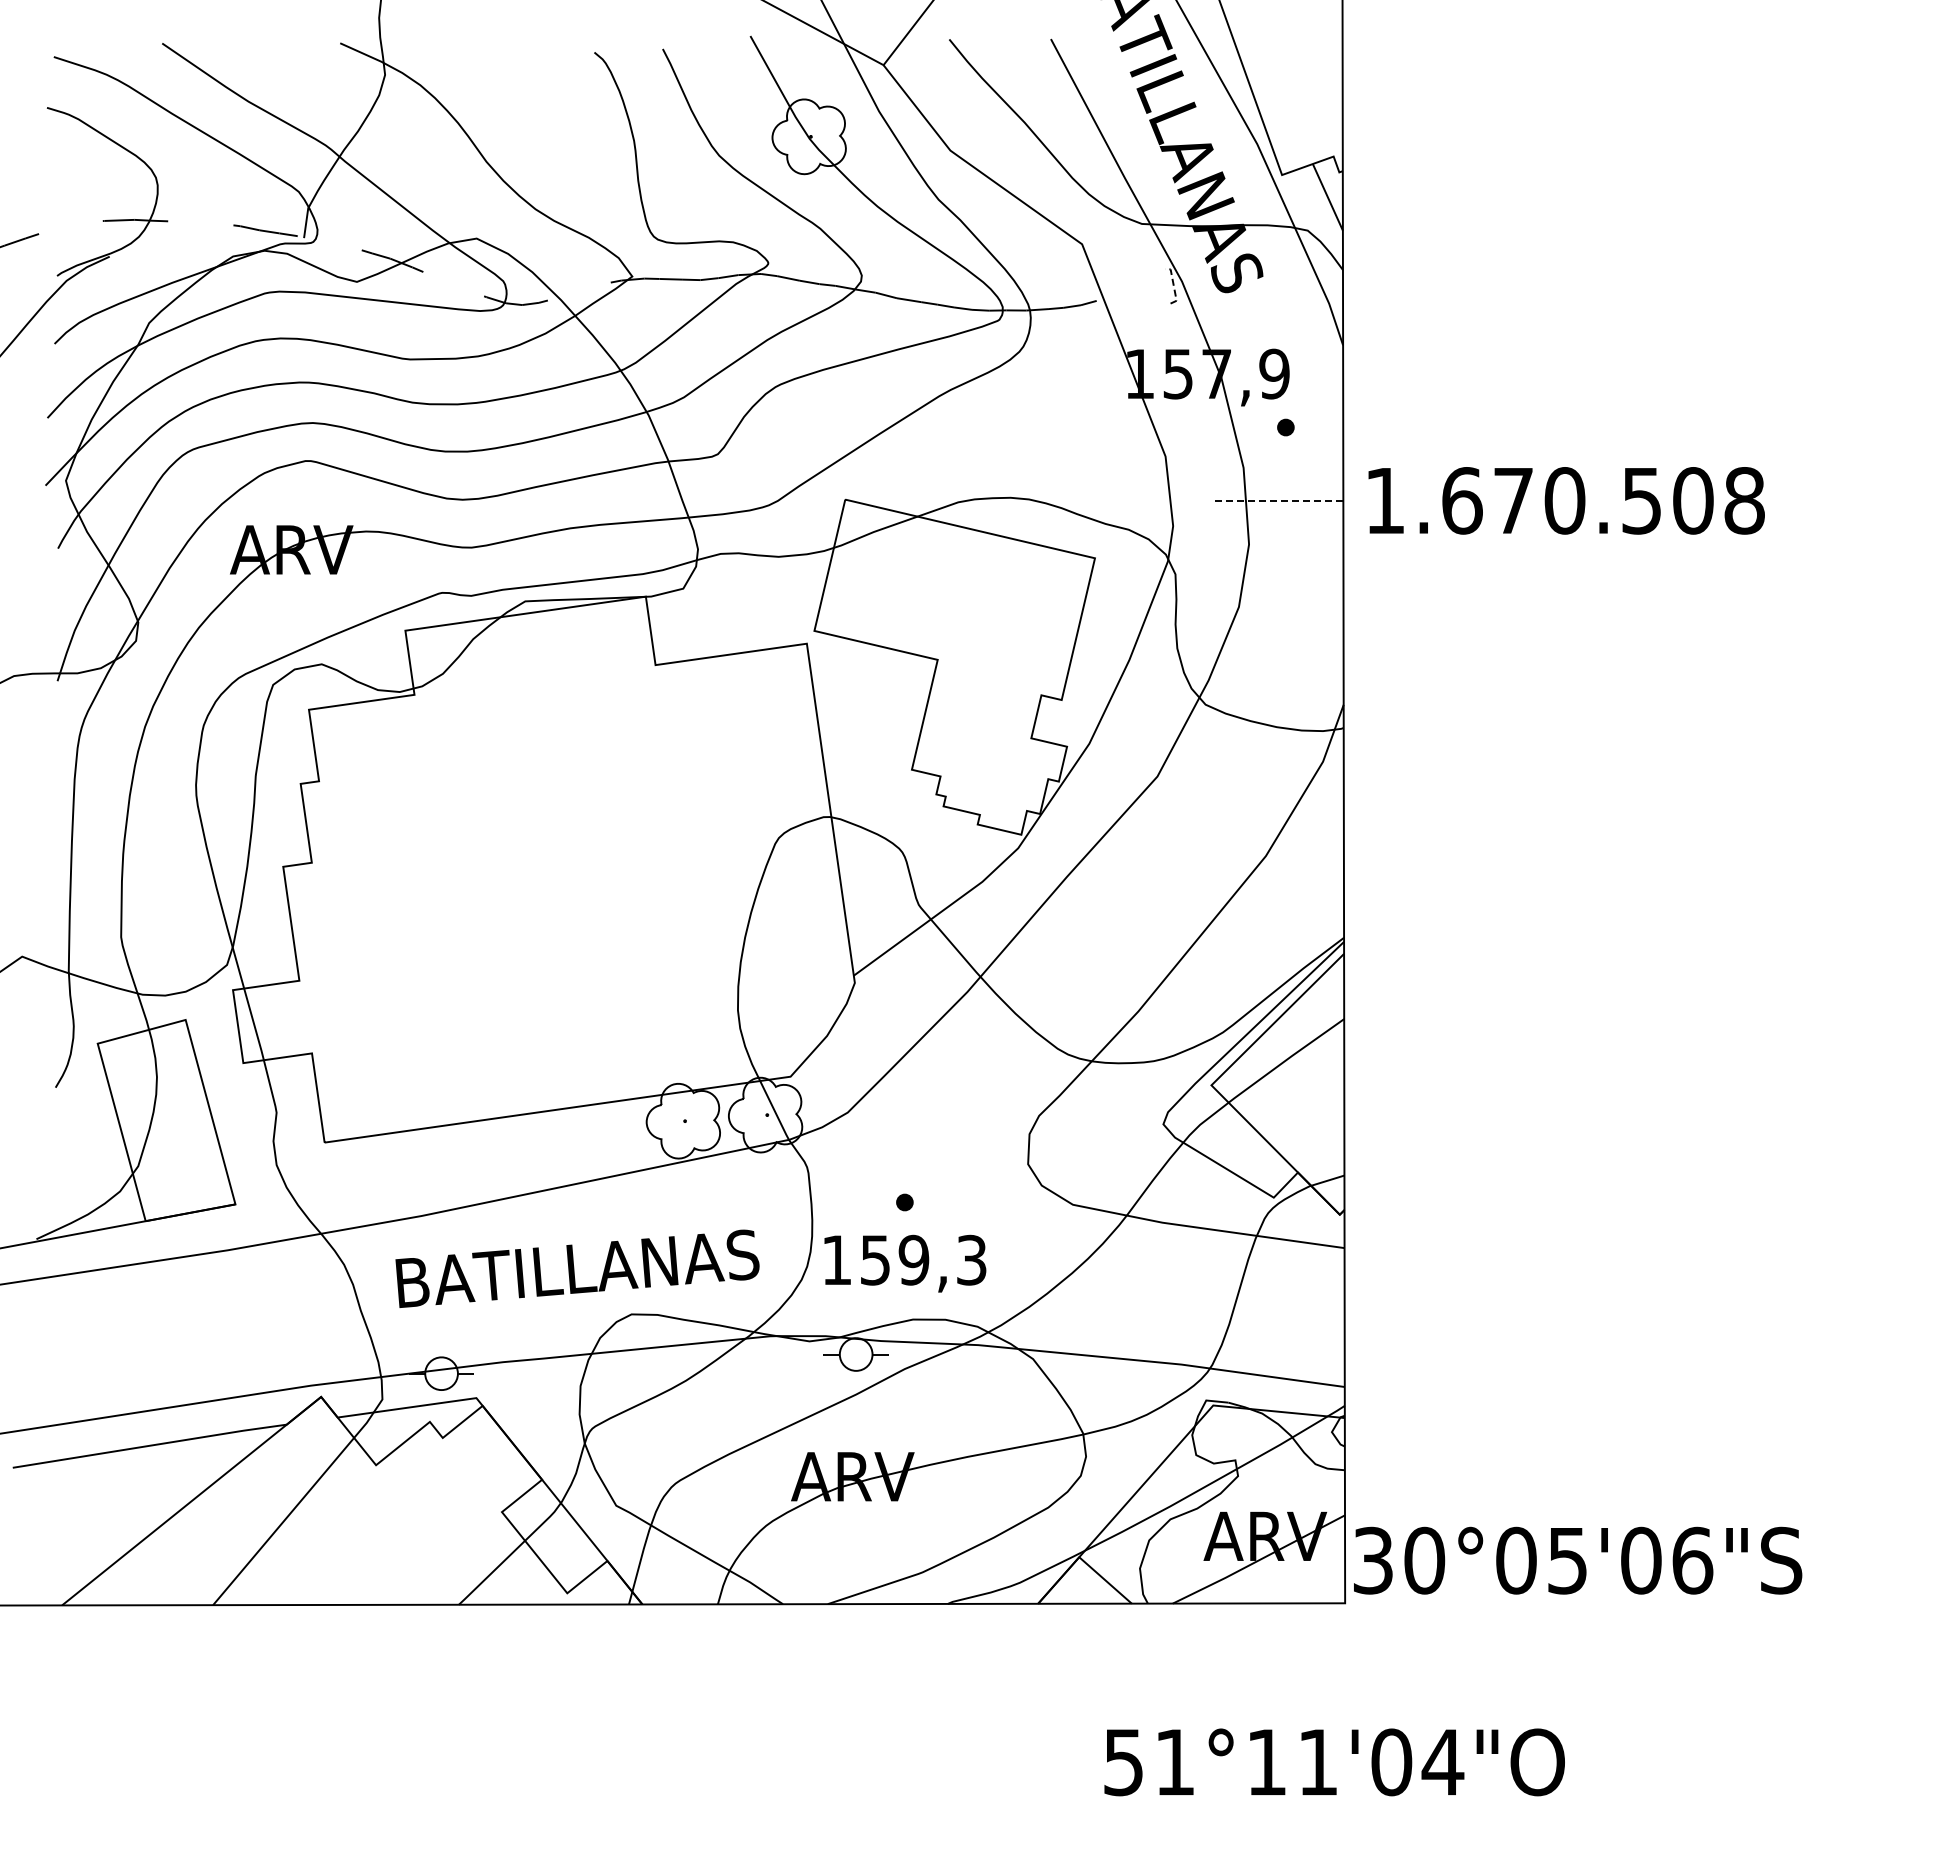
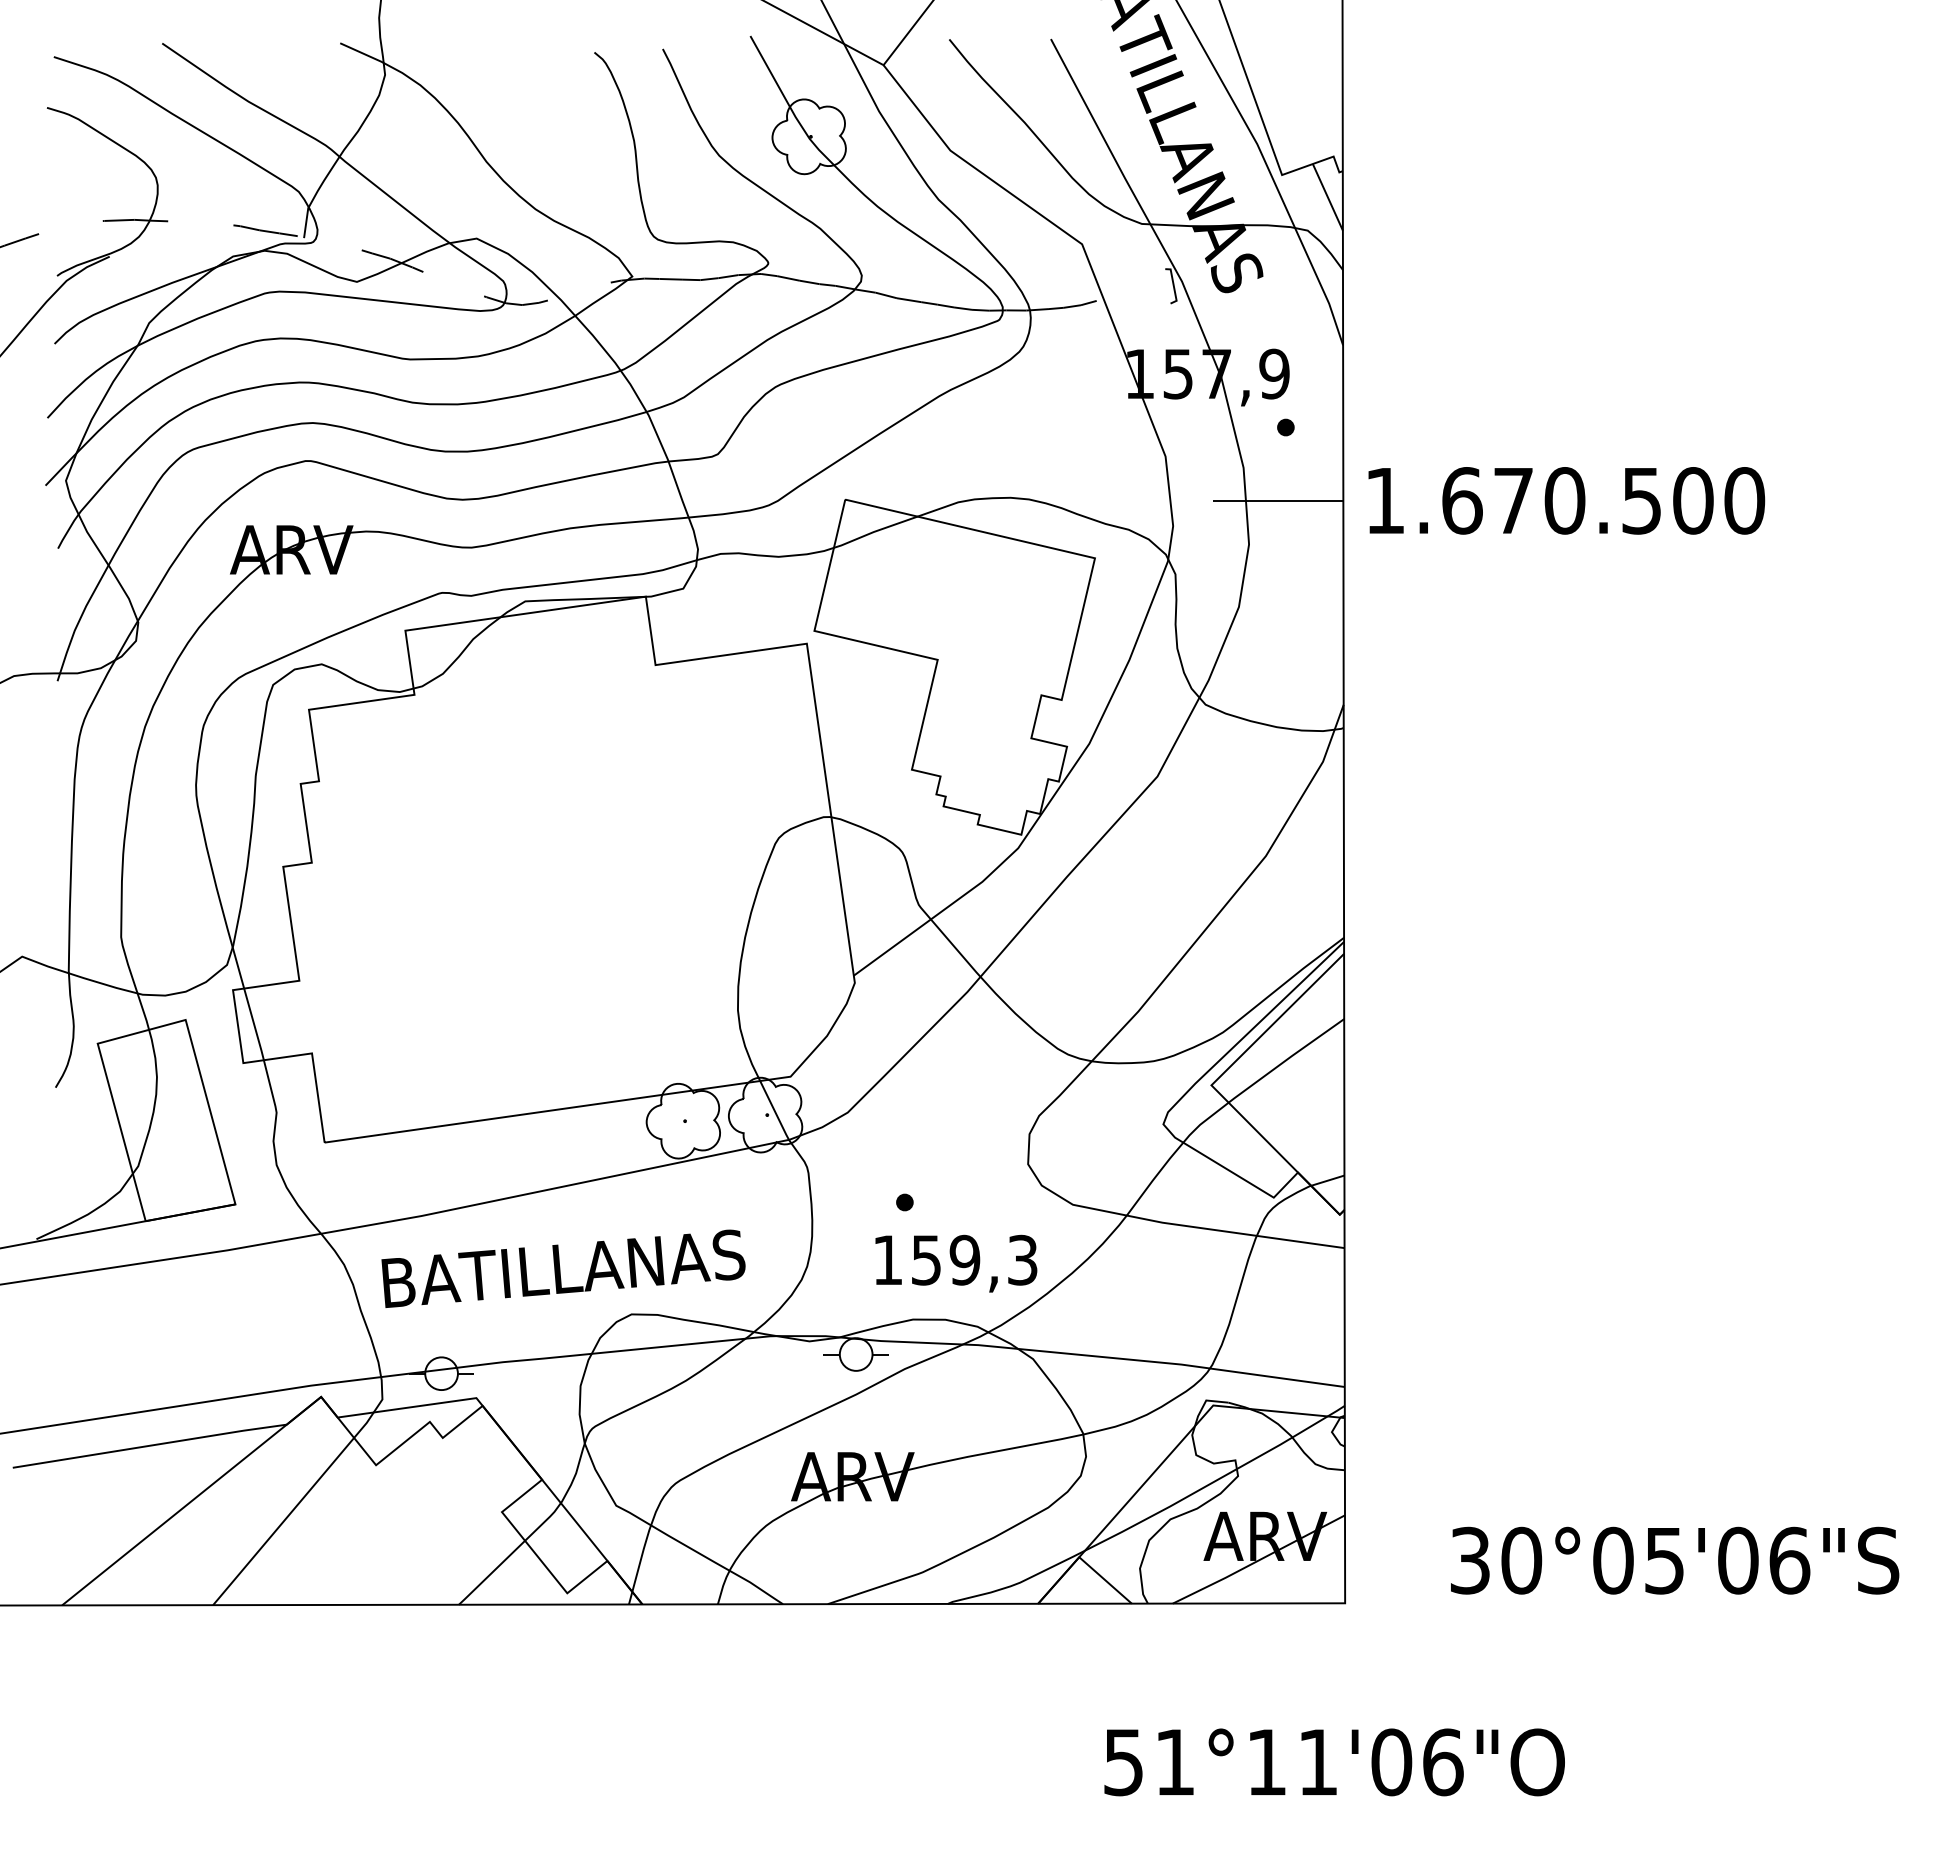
line at (1173, 285): dashed -> solid
line at (1277, 500): dashed -> solid
text at (1744, 500): 1.670.508 -> 1.670.500
text at (905, 1263) position: (905, 1263) -> (956, 1263)
text at (577, 1268) position: (577, 1268) -> (563, 1268)
text at (1578, 1560) position: (1578, 1560) -> (1675, 1560)
text at (1442, 1762): 51°11'04"O -> 51°11'06"O
